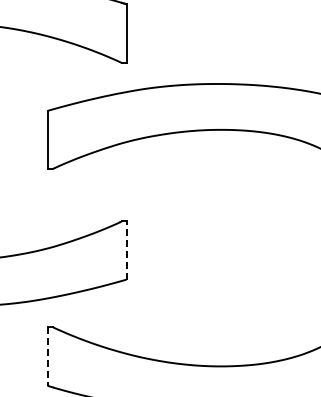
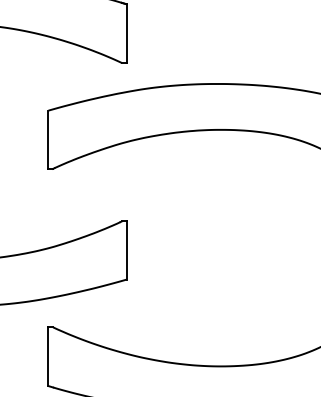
line at (126, 250): dashed -> solid
line at (48, 357): dashed -> solid
